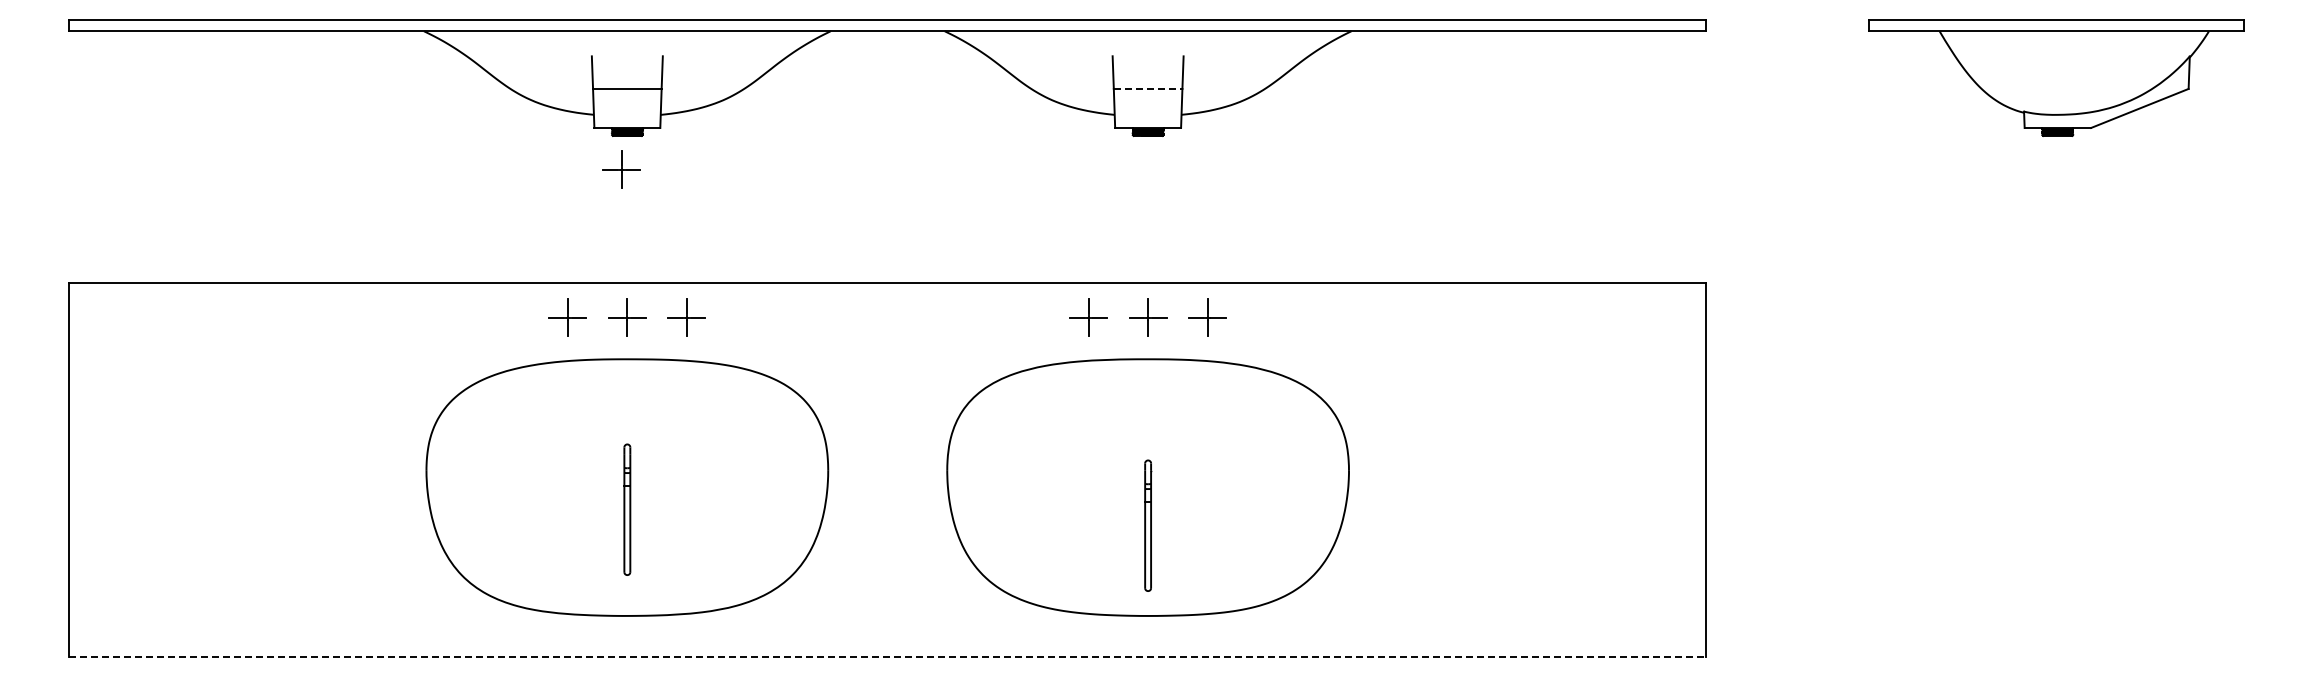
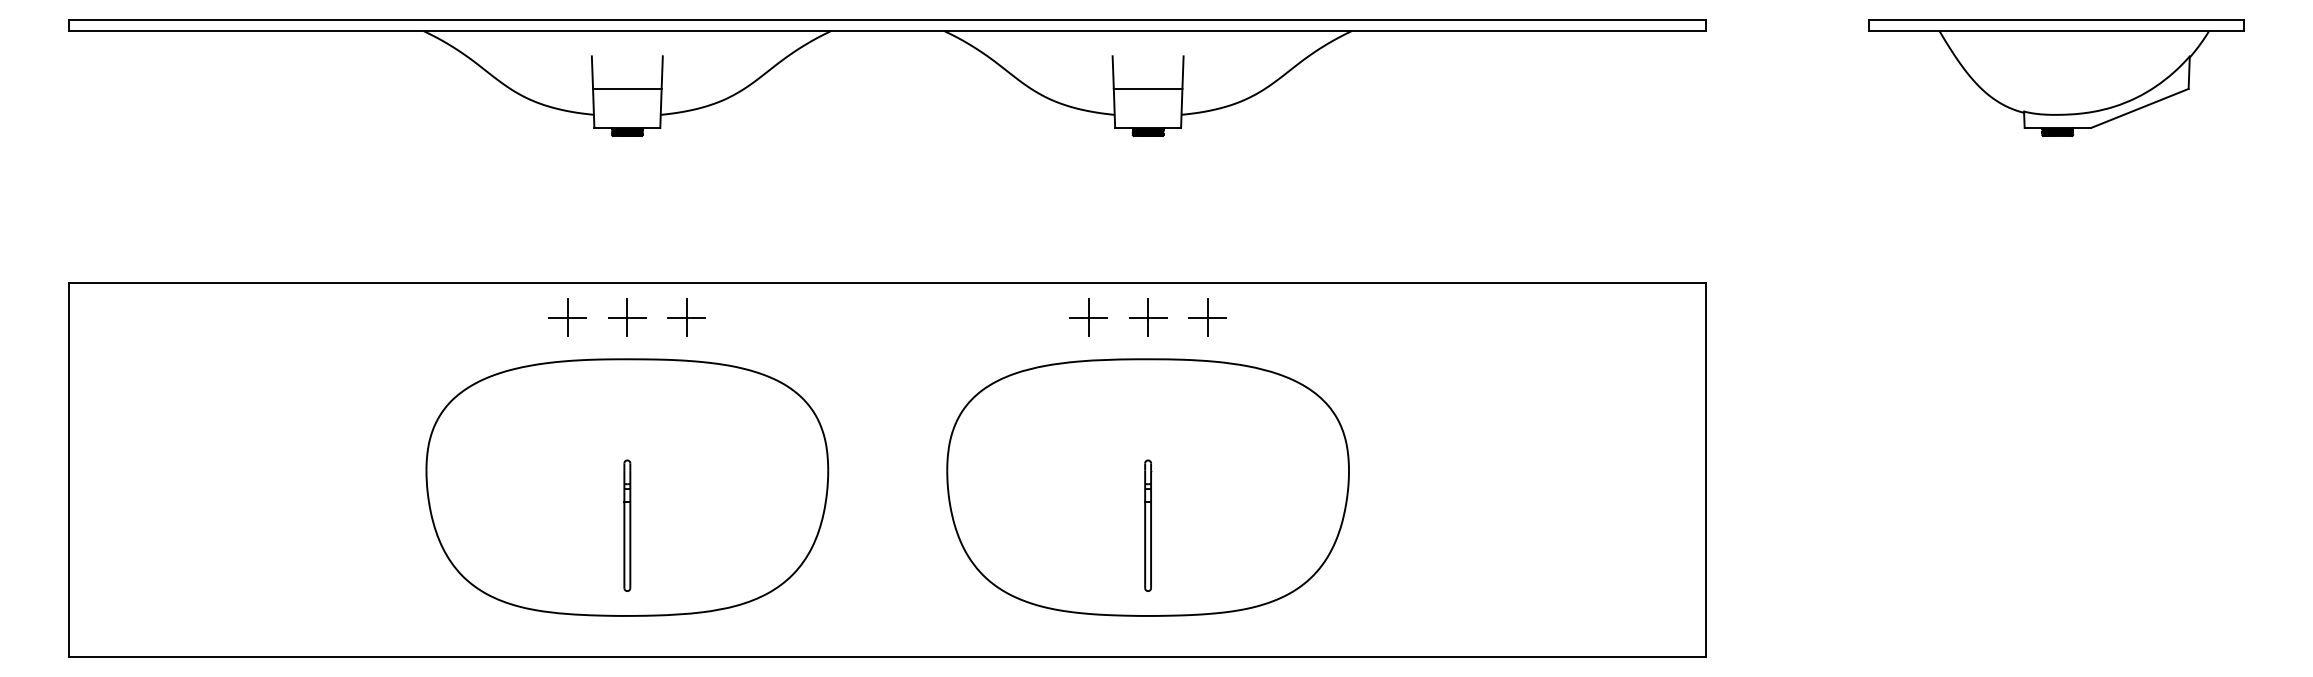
line at (1148, 88): dashed -> solid
part at (621, 169): present -> none
part at (627, 509) position: (627, 509) -> (627, 525)
line at (888, 656): dashed -> solid
